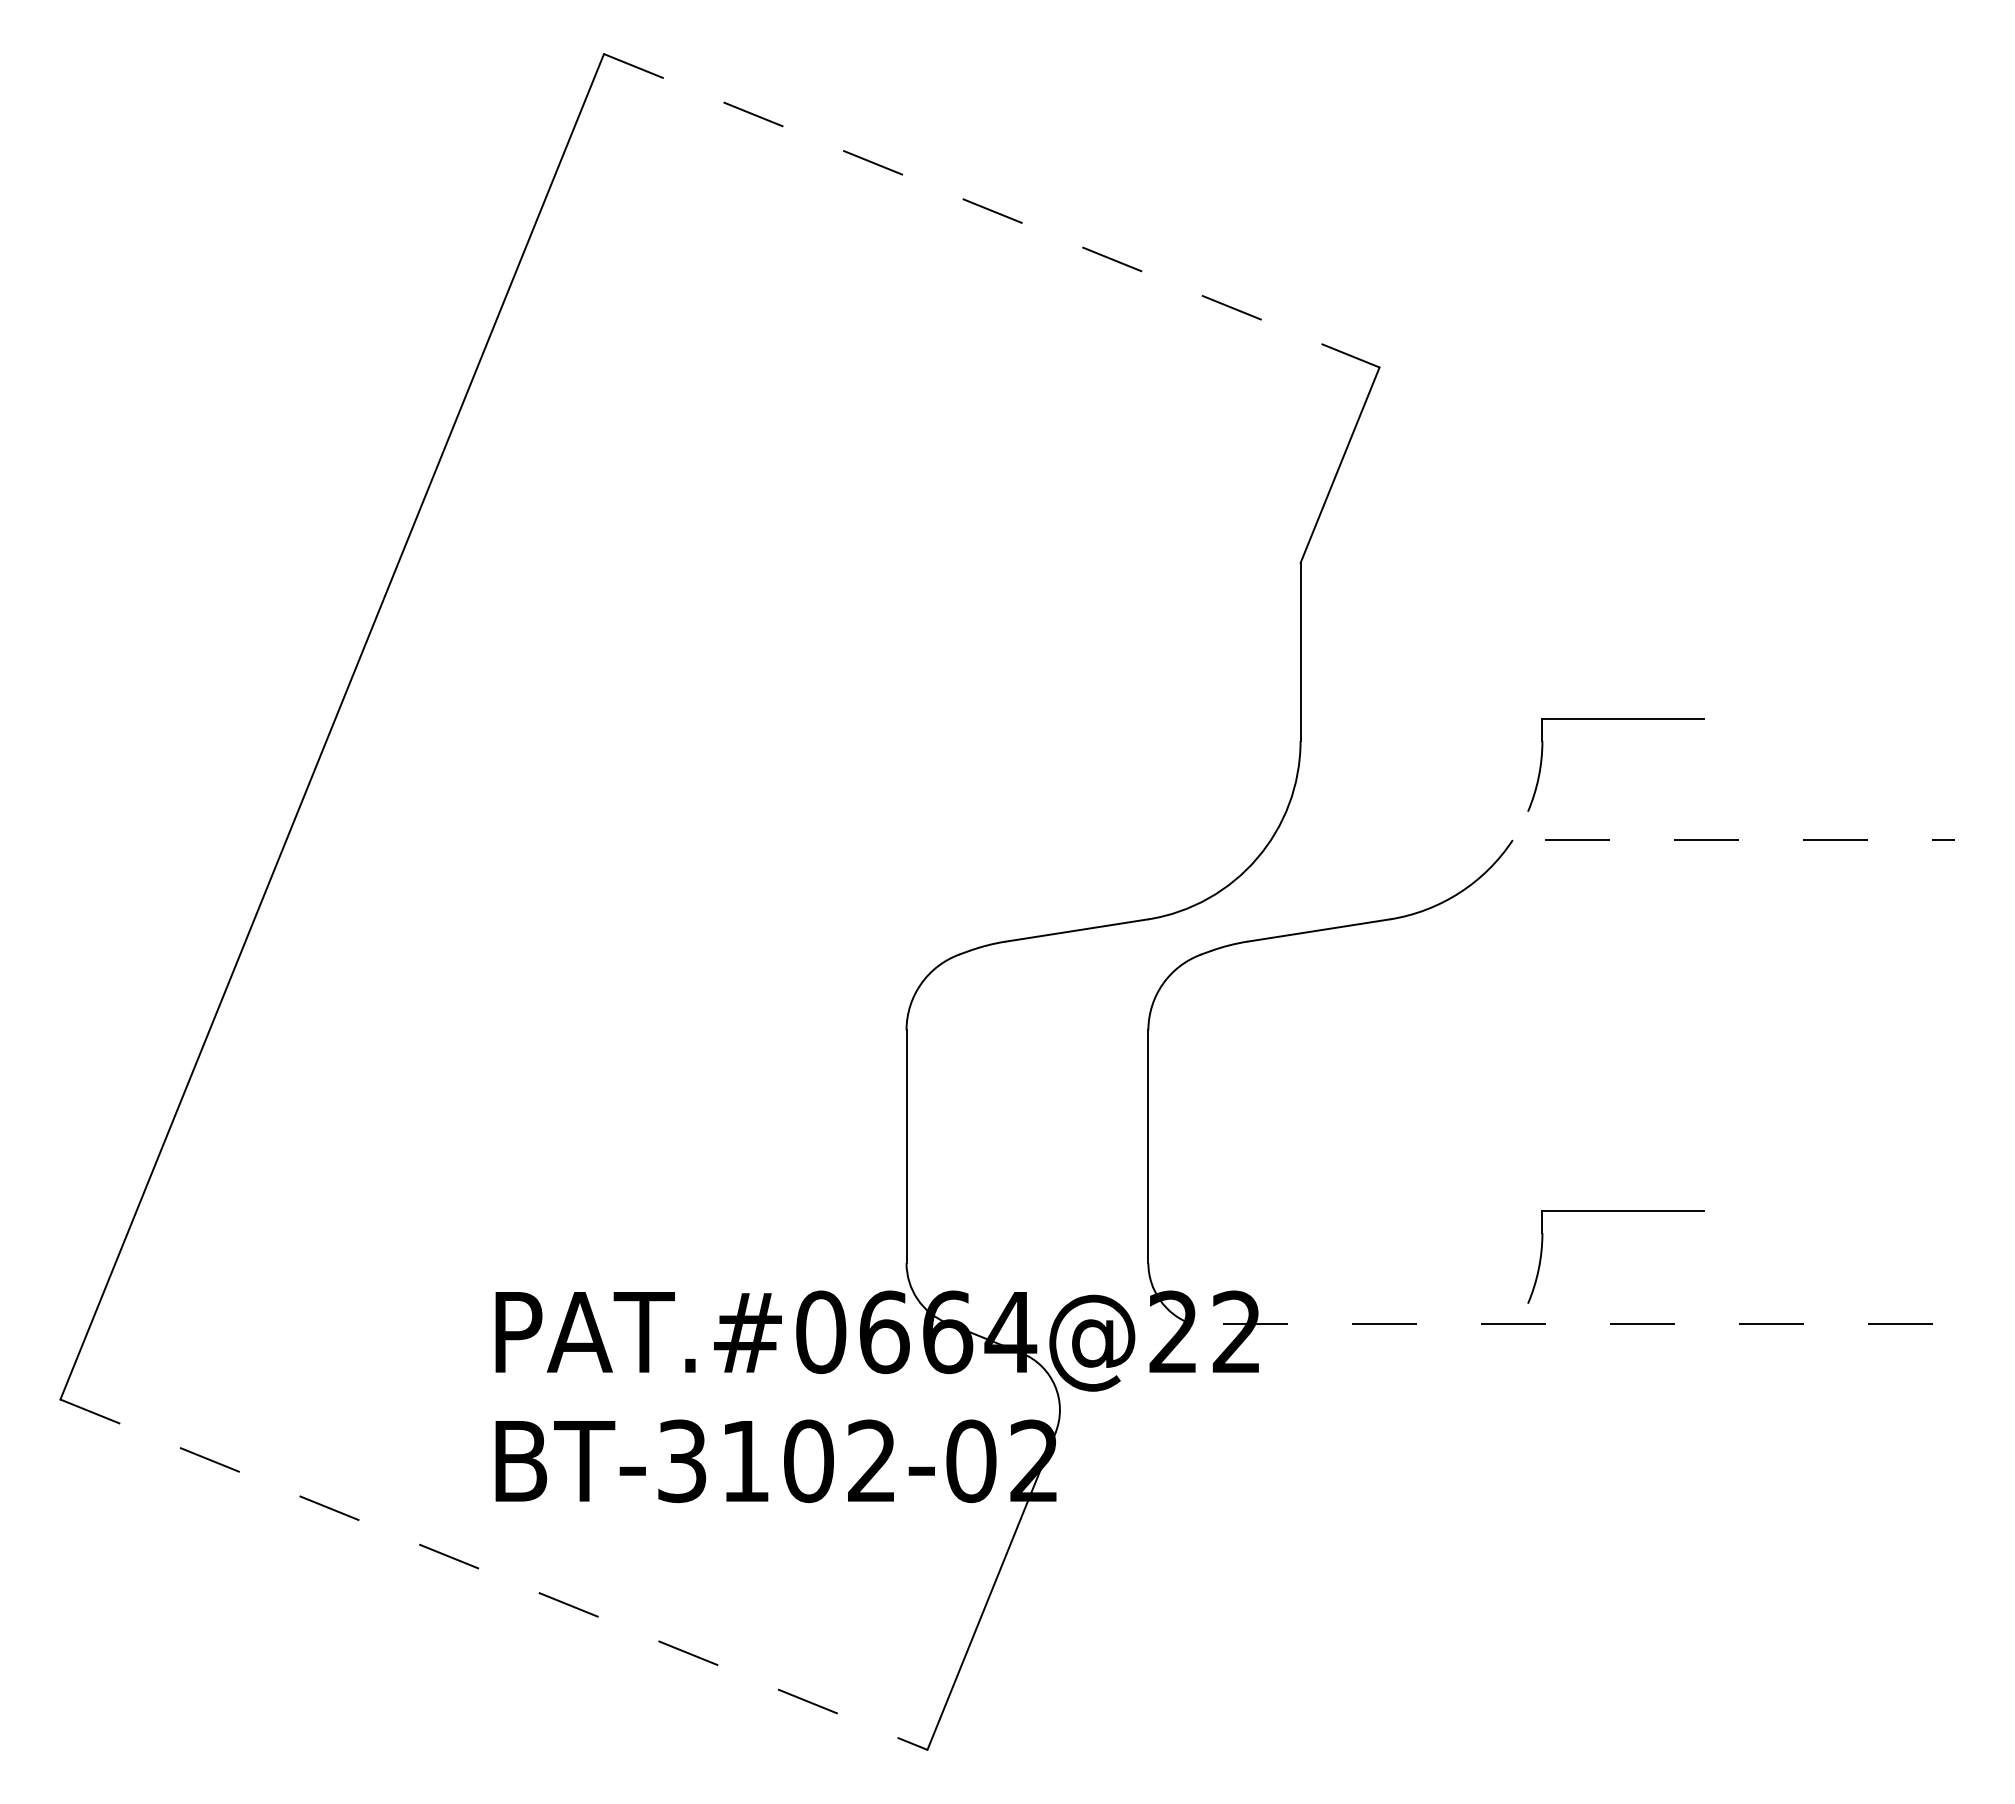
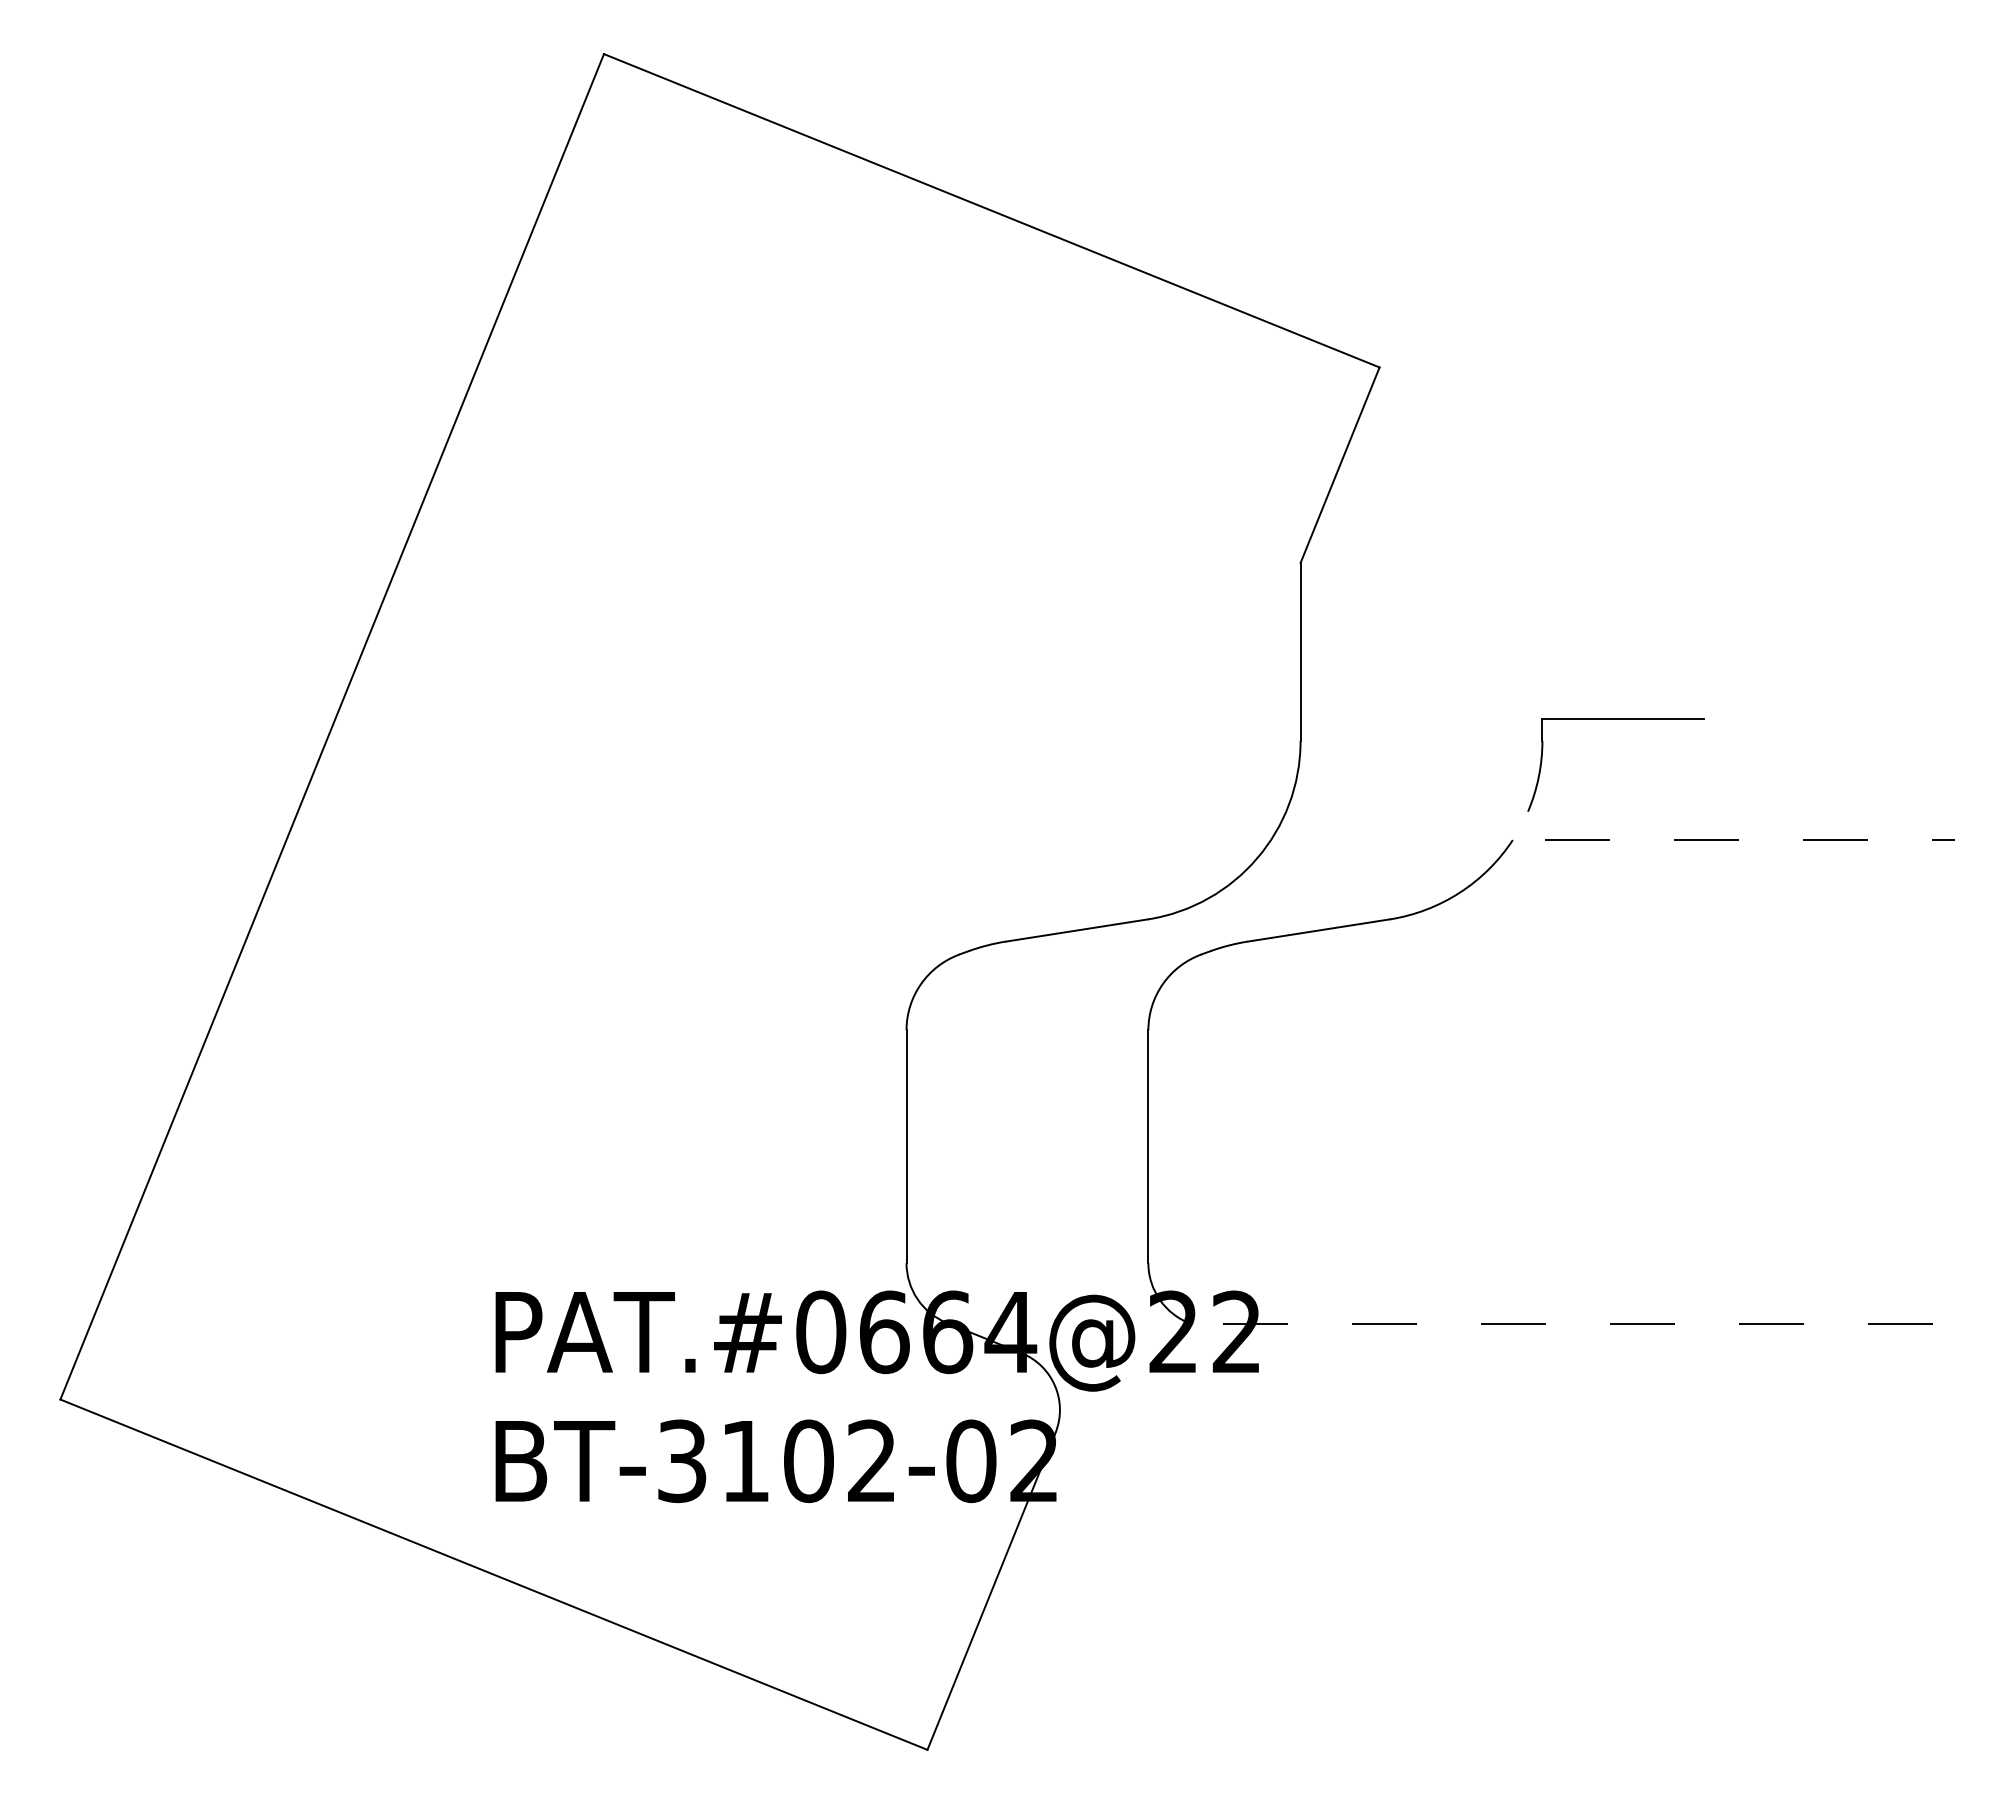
line at (992, 210): dashed -> solid
part at (1615, 1211): present -> none
line at (493, 1574): dashed -> solid
